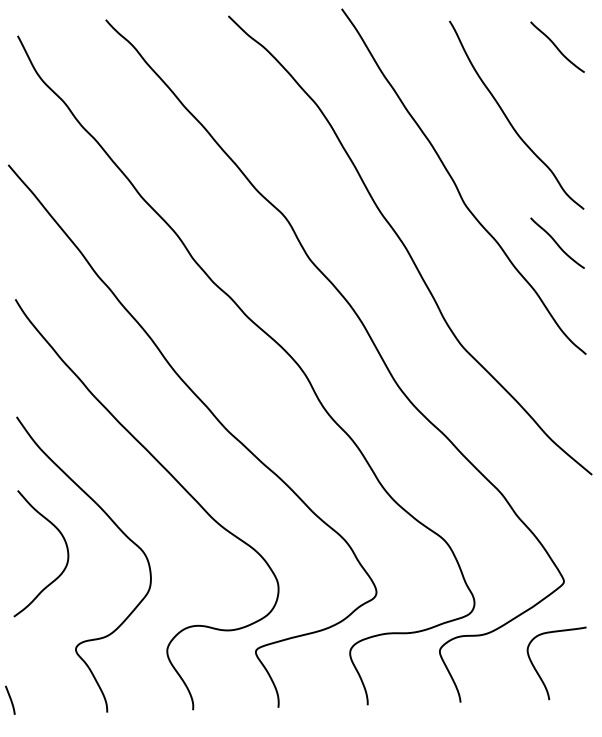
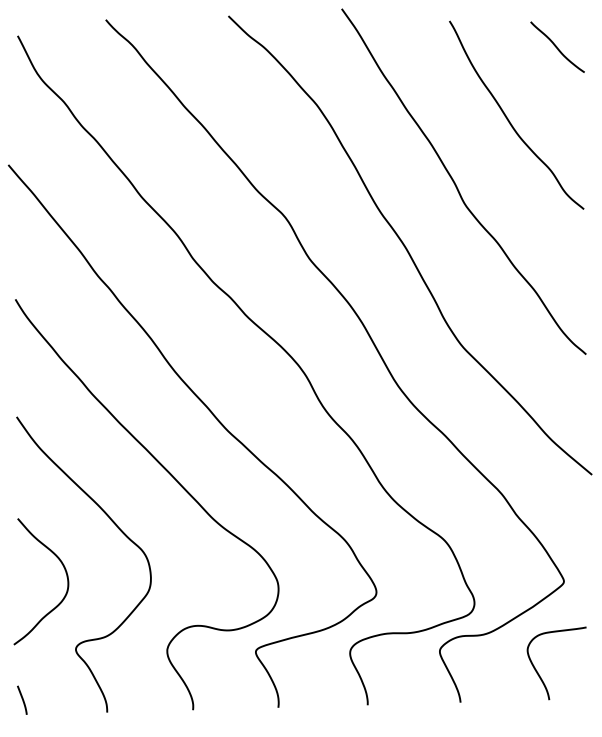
curve at (557, 242): present -> none
curve at (65, 545) position: (65, 545) -> (65, 573)
curve at (10, 699) position: (10, 699) -> (22, 699)
